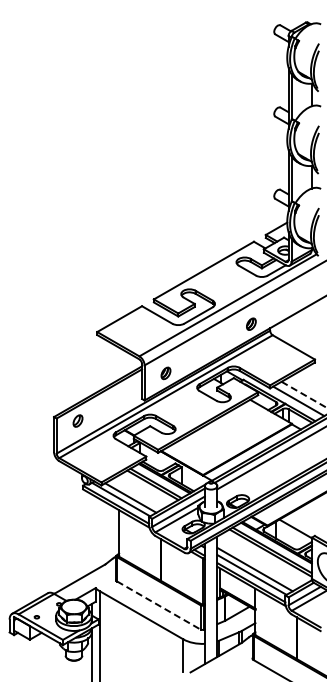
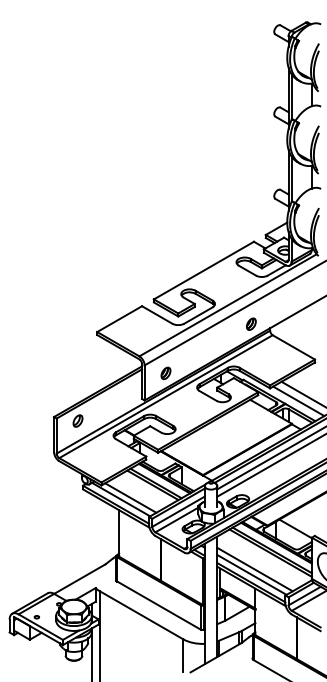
line at (304, 395): dashed -> solid
line at (270, 465): none -> present
line at (159, 605): dashed -> solid
